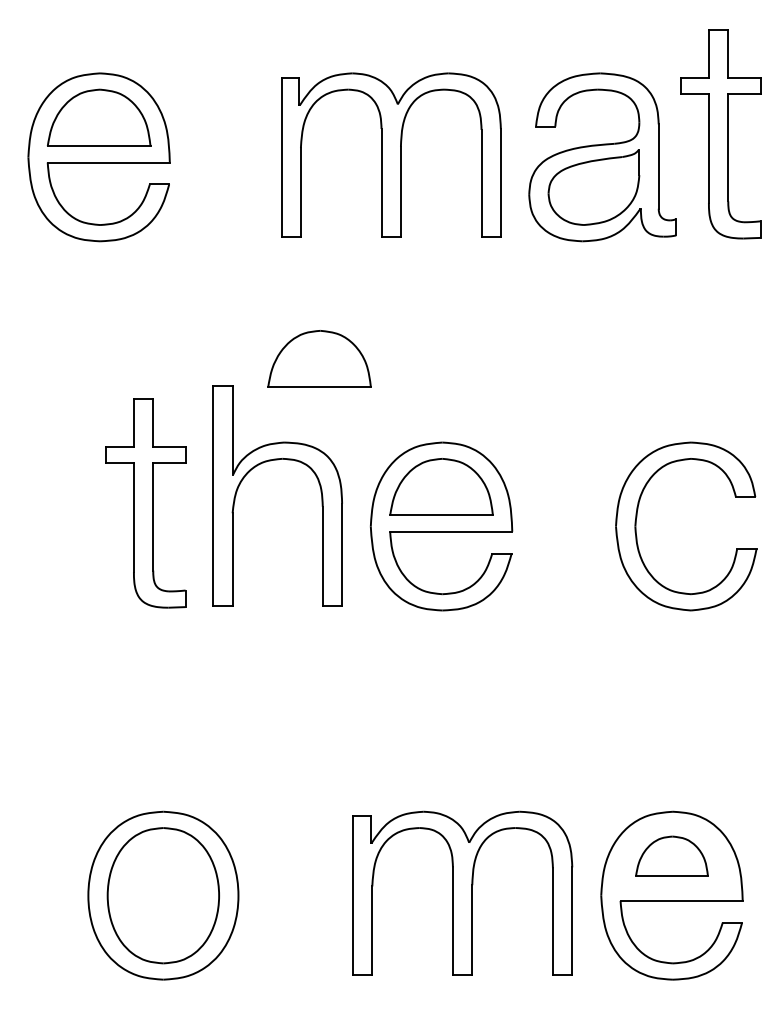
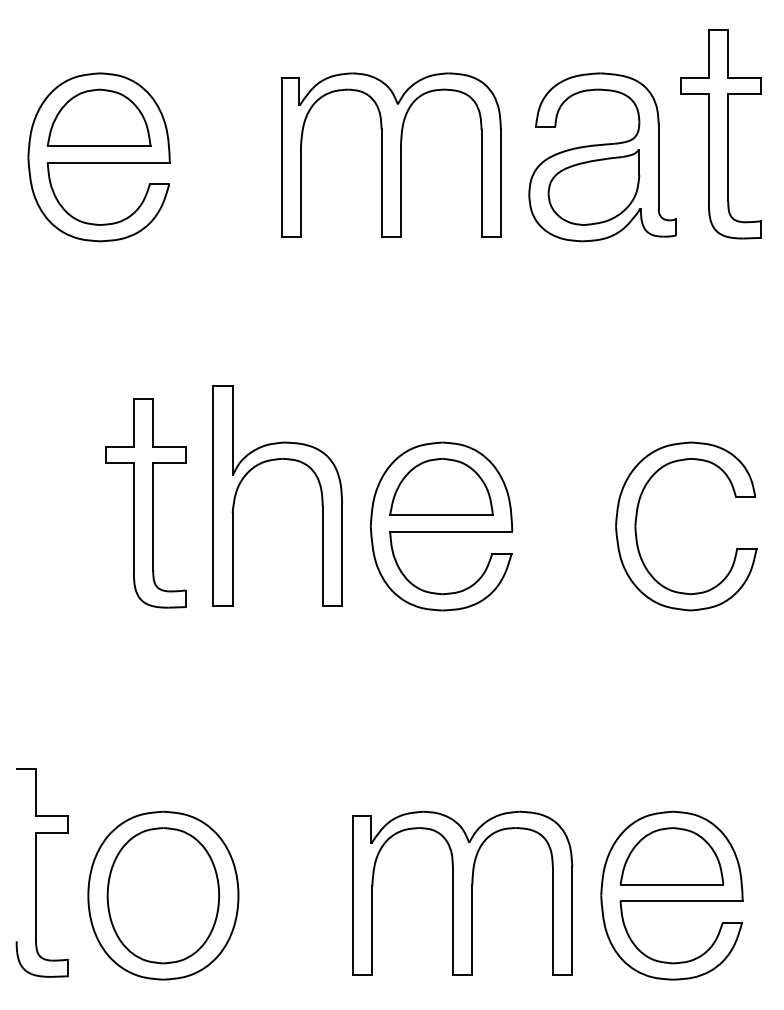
part at (319, 358): present -> none
part at (671, 855) size: 74x42 px -> 106x59 px
part at (41, 872): none -> present
